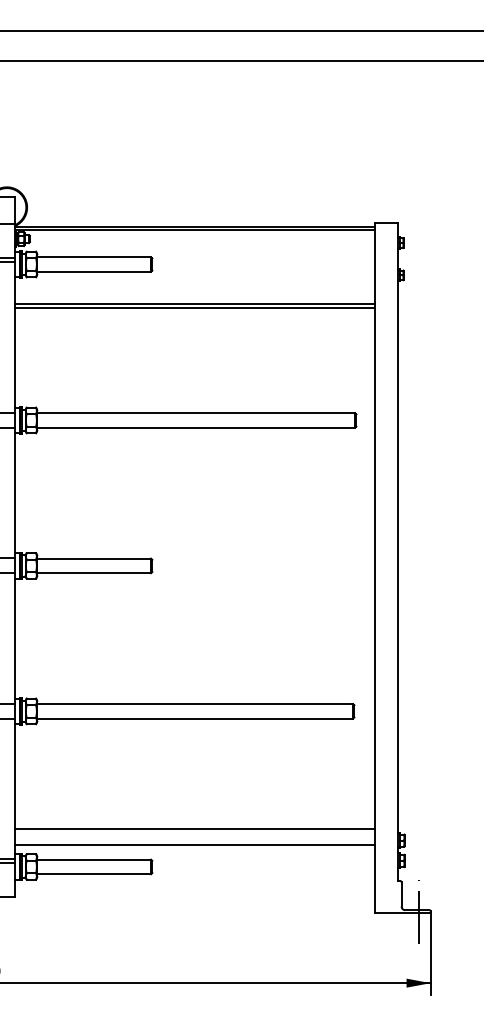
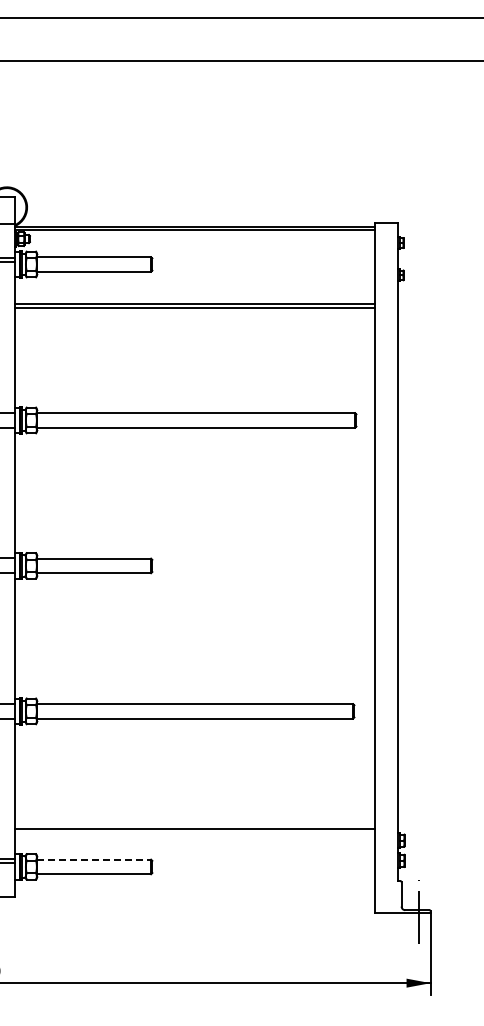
line at (241, 30) position: (241, 30) -> (241, 17)
line at (194, 845): present -> none
line at (94, 859): solid -> dashed
